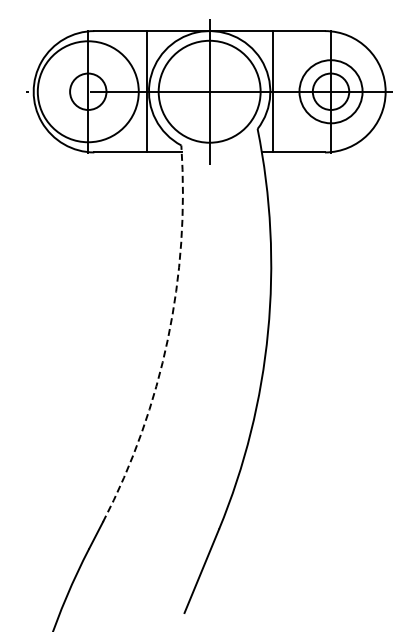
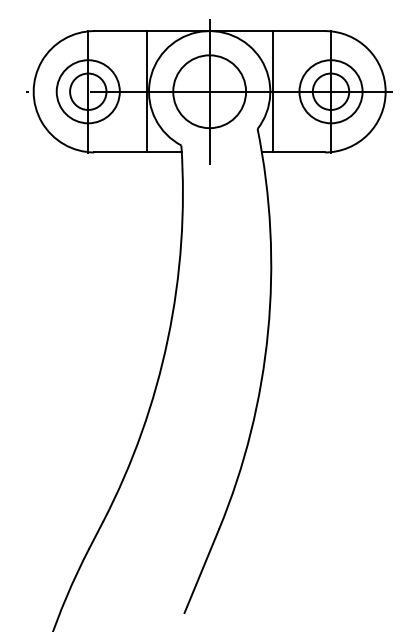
circle at (87, 91) diameter: 101 px -> 63 px
circle at (209, 91) diameter: 102 px -> 73 px
arc at (167, 339): dashed -> solid
